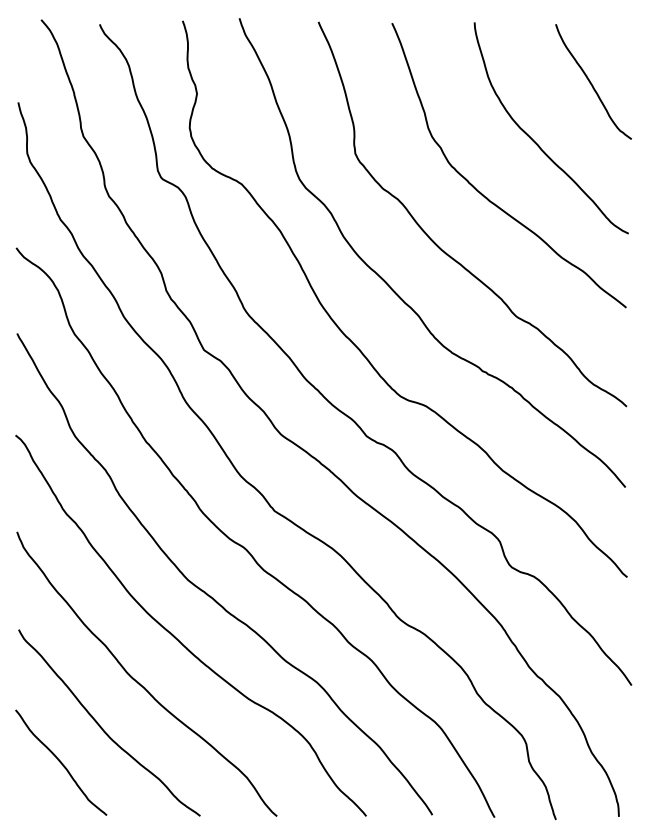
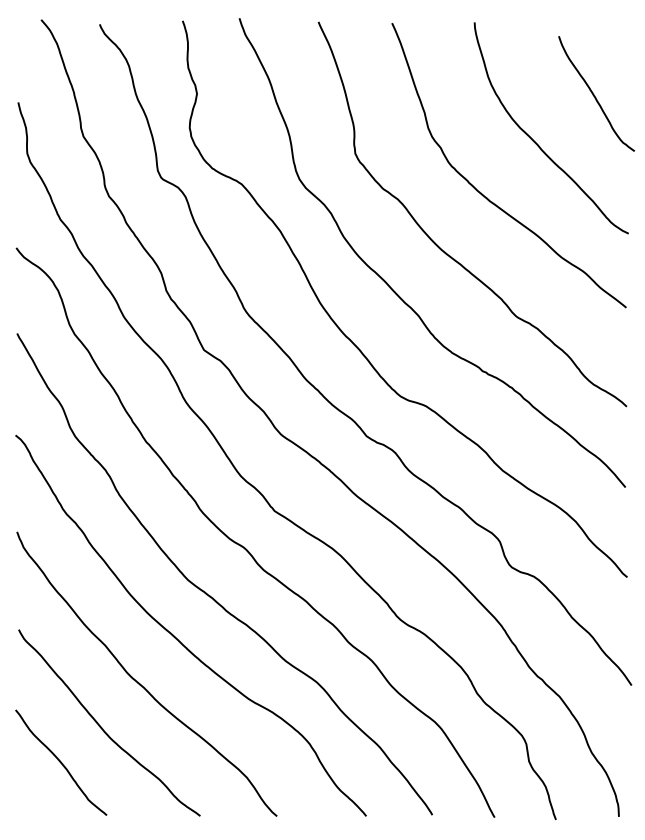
curve at (591, 82) position: (591, 82) -> (594, 94)
